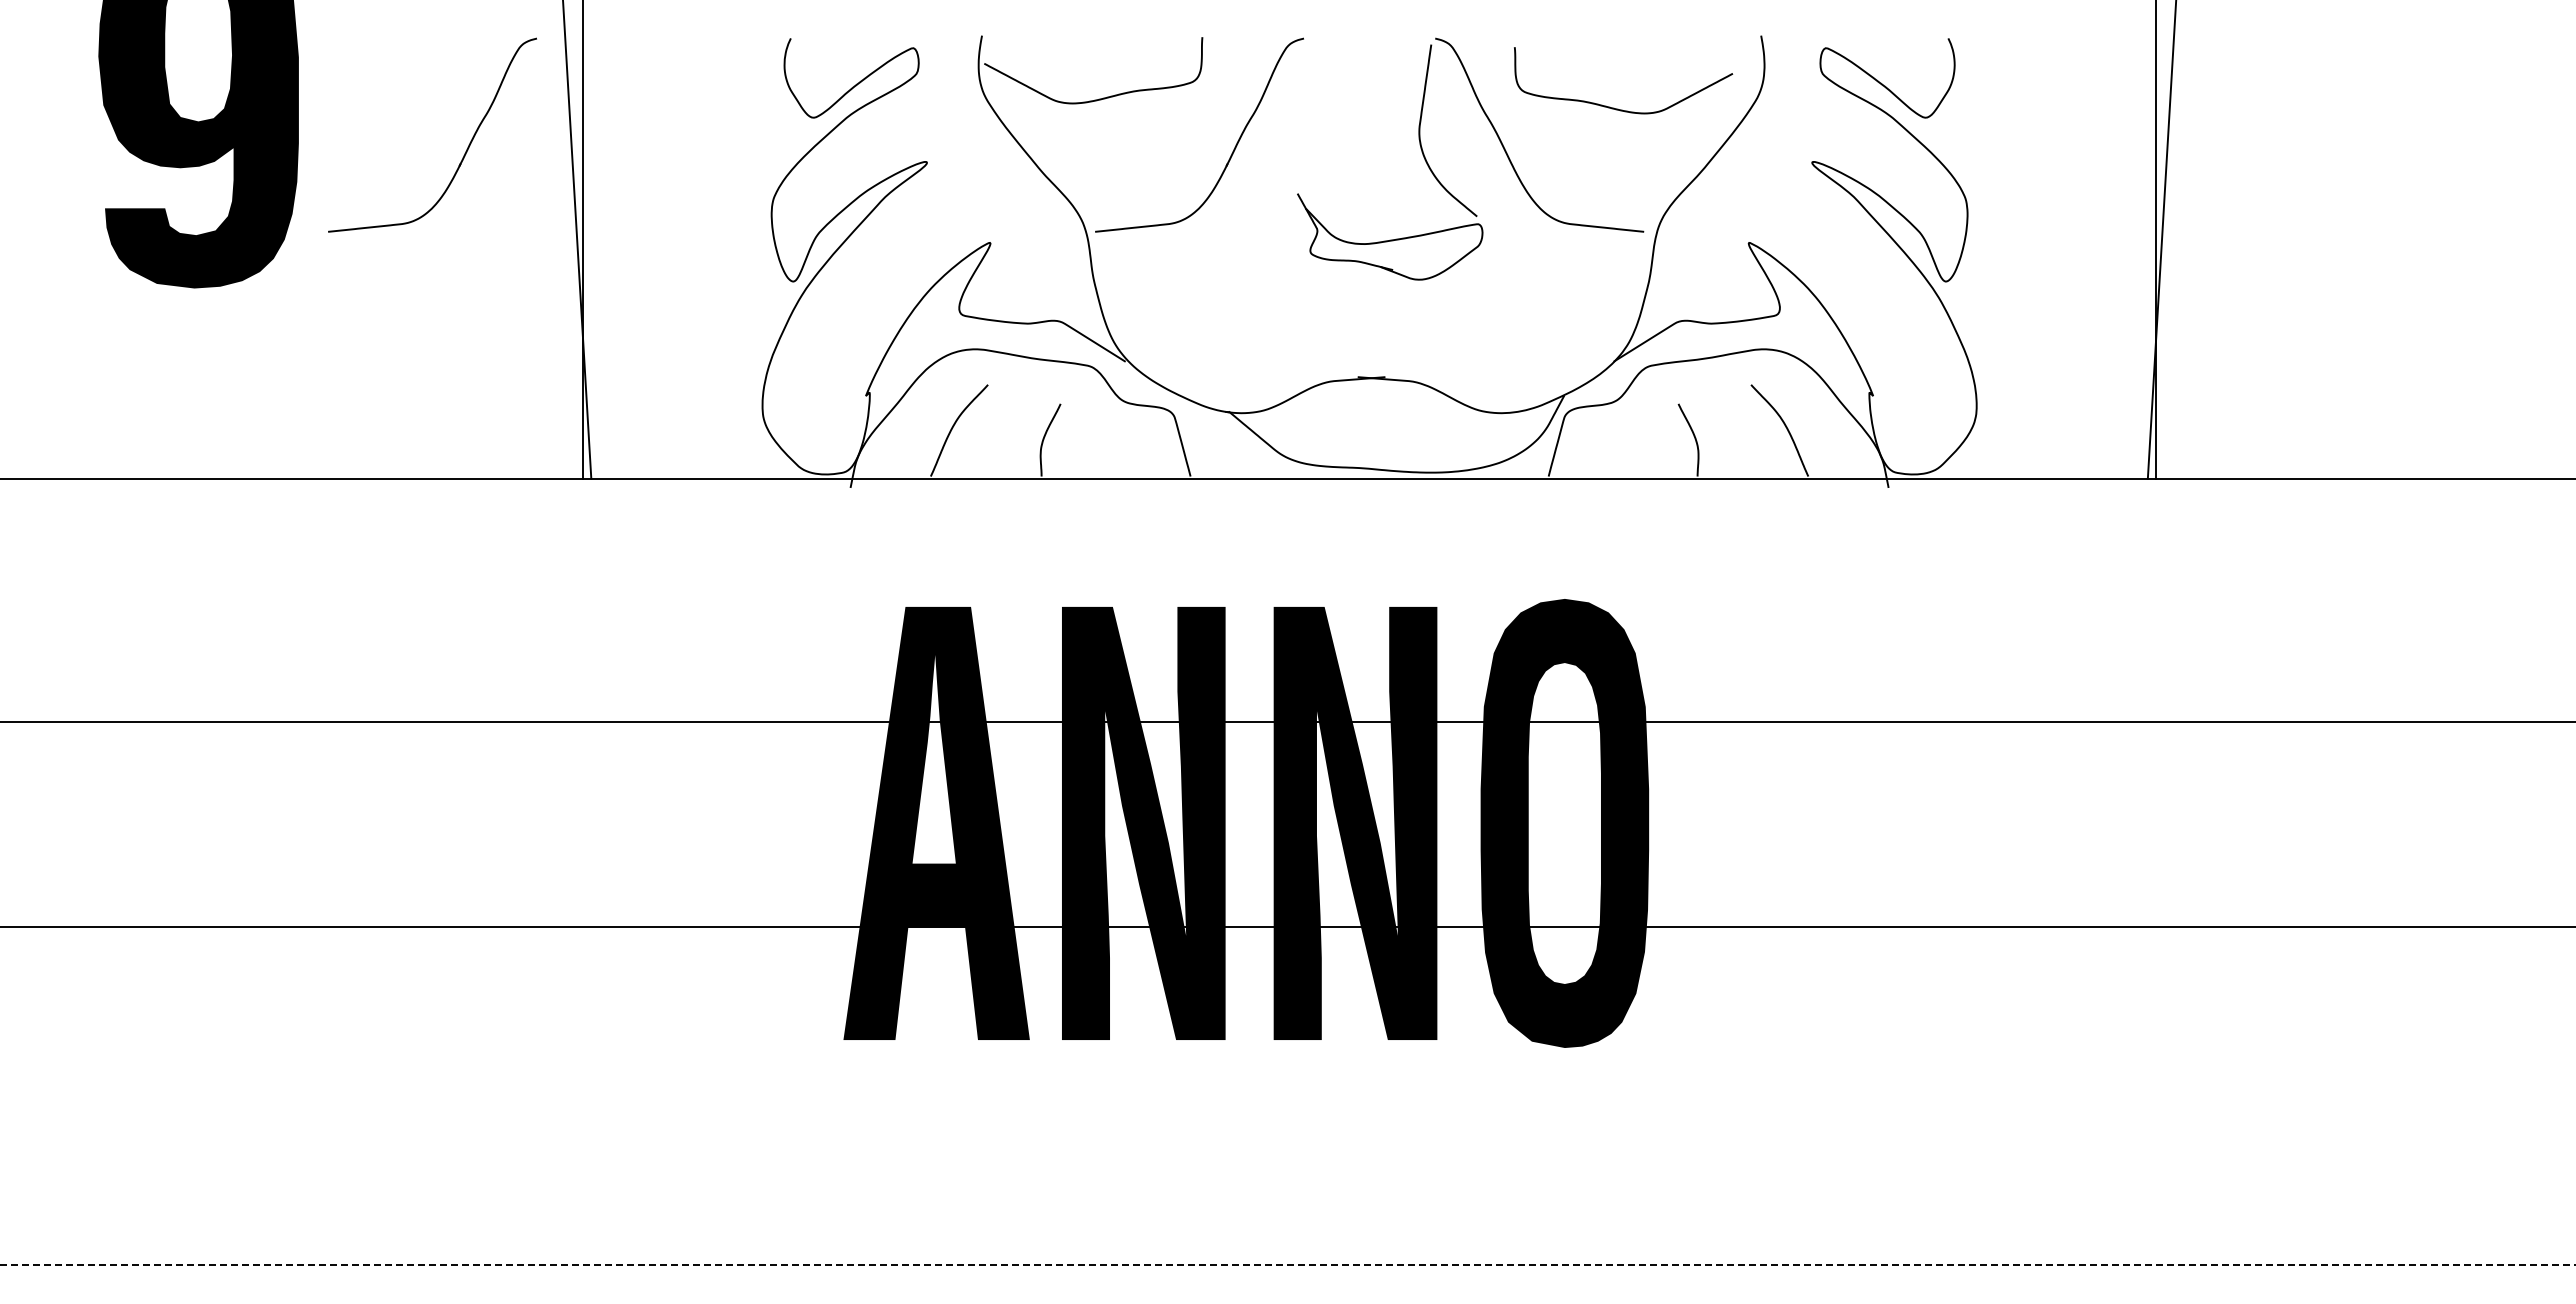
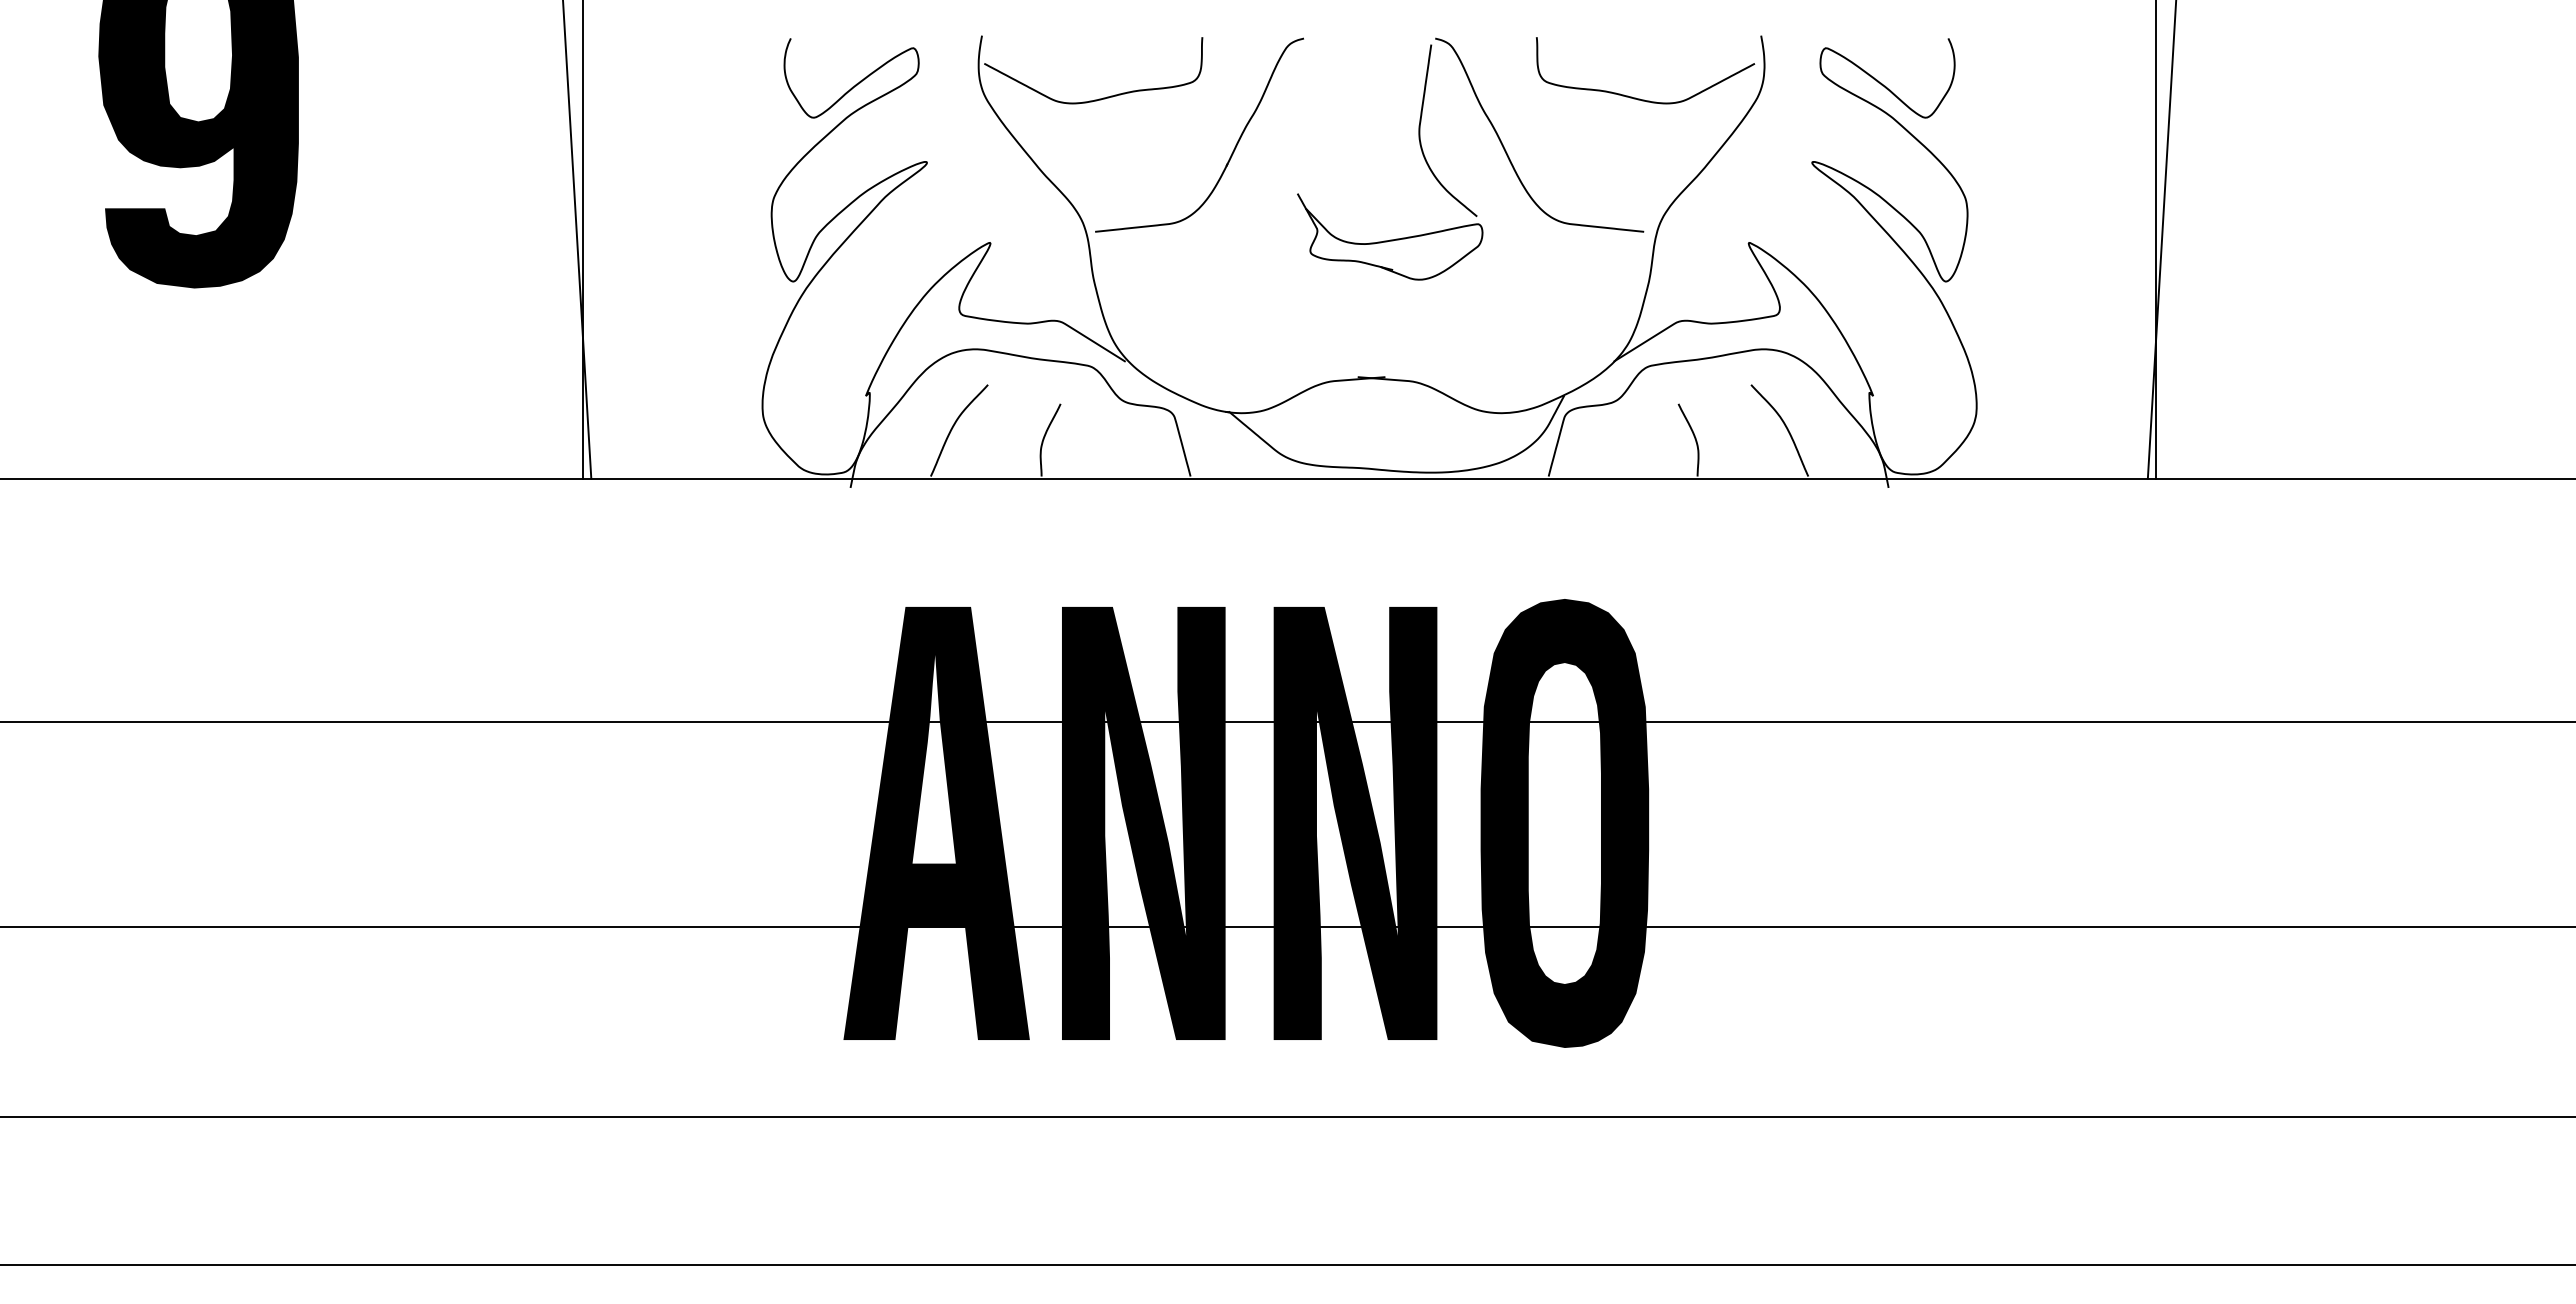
curve at (1618, 108) position: (1618, 108) -> (1640, 98)
part at (465, 151): present -> none
line at (1287, 1117): none -> present
line at (1288, 1265): dashed -> solid
